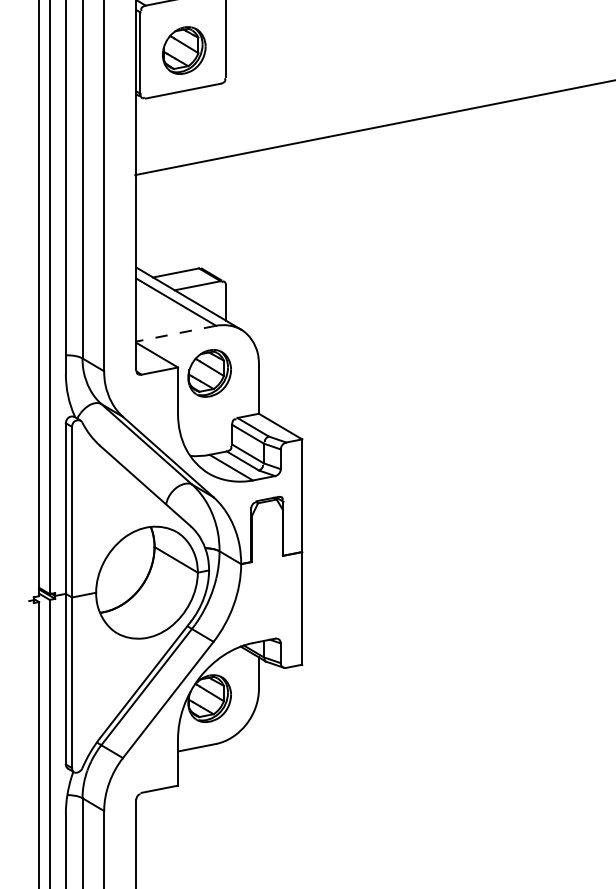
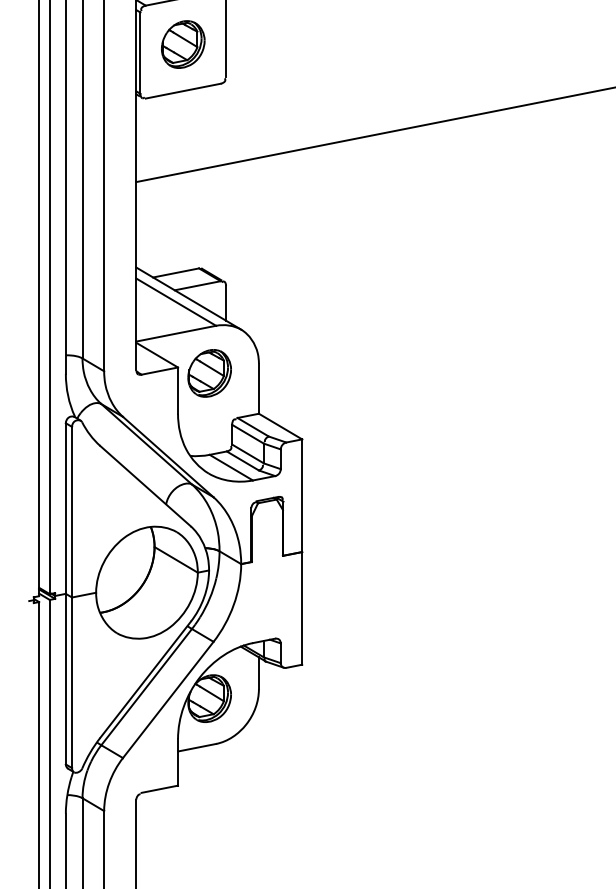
part at (184, 50) position: (184, 50) -> (183, 44)
line at (373, 127) position: (373, 127) -> (374, 135)
line at (176, 333): dashed -> solid
